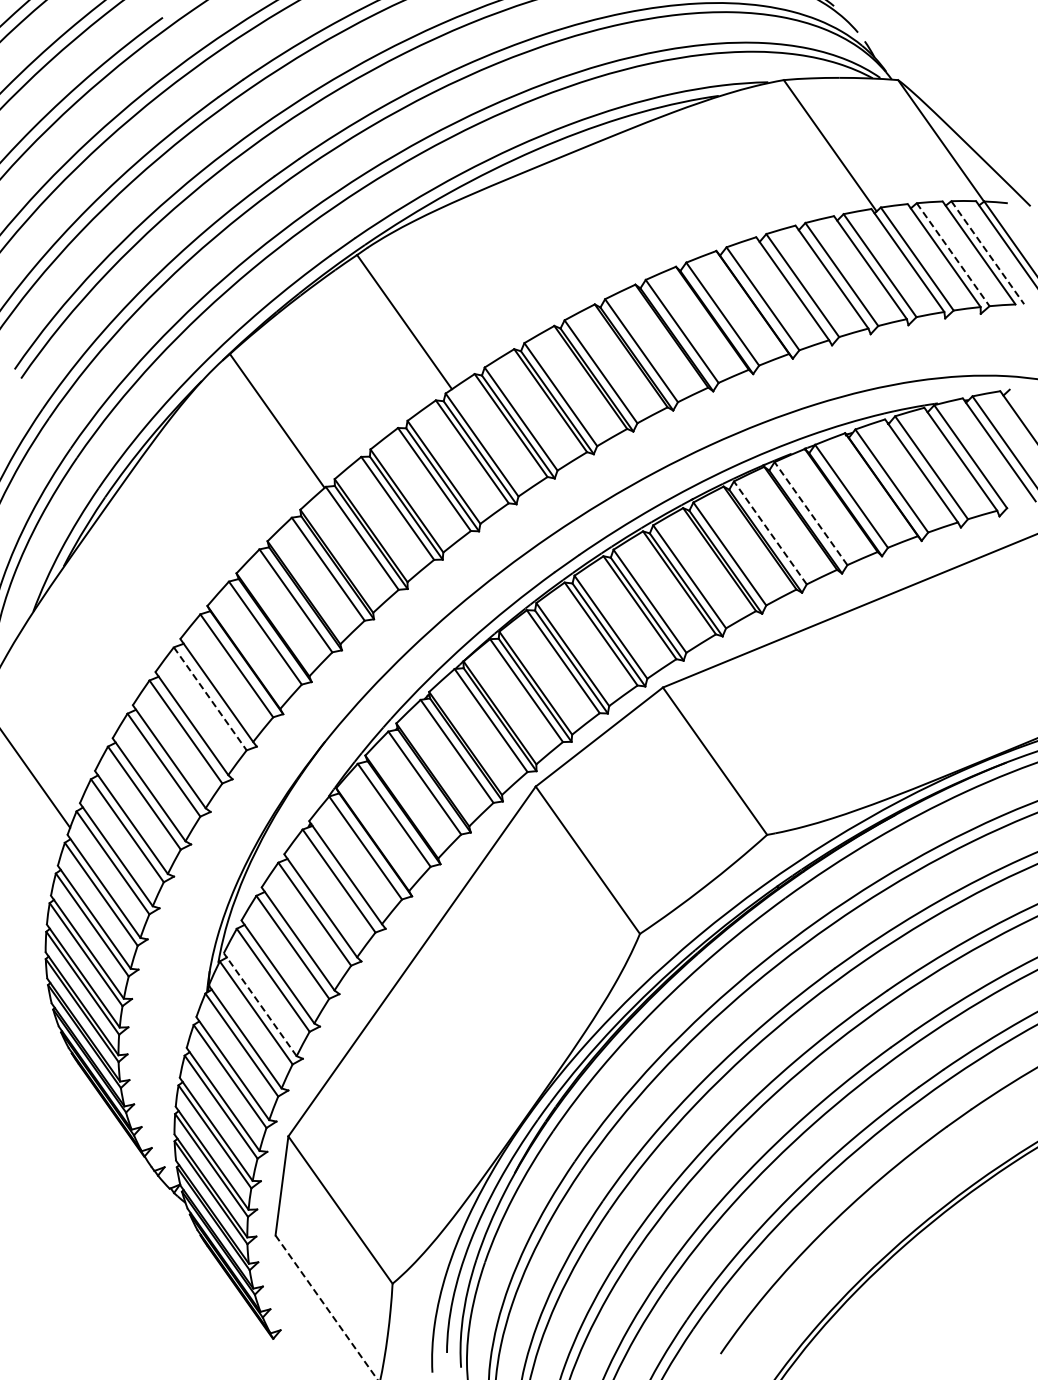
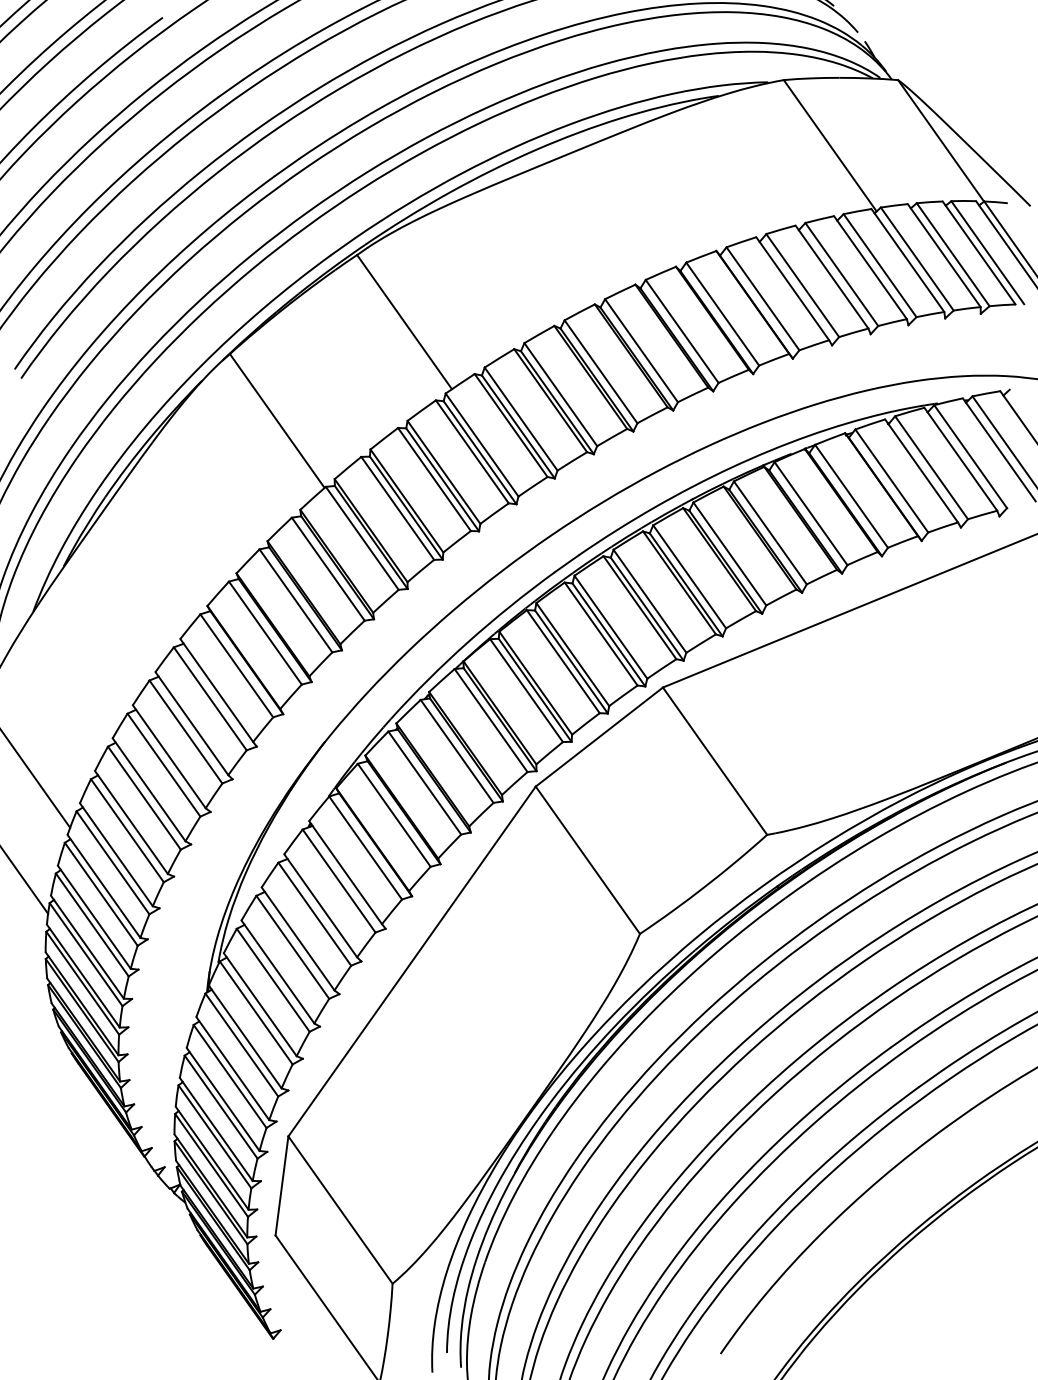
line at (988, 253): dashed -> solid
line at (953, 255): dashed -> solid
line at (810, 513): dashed -> solid
line at (770, 532): dashed -> solid
line at (210, 699): dashed -> solid
line at (25, 880): none -> present
line at (259, 1004): dashed -> solid
line at (326, 1307): dashed -> solid
